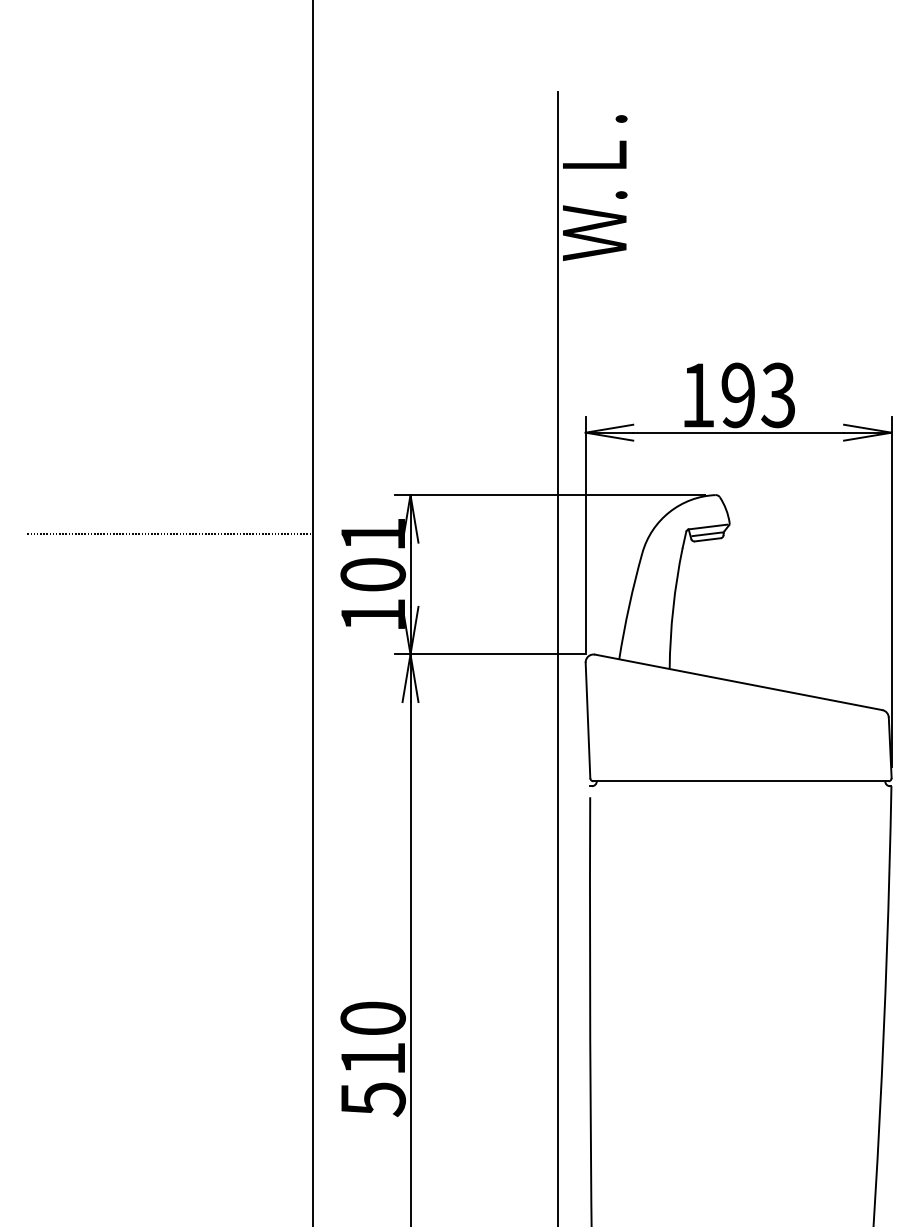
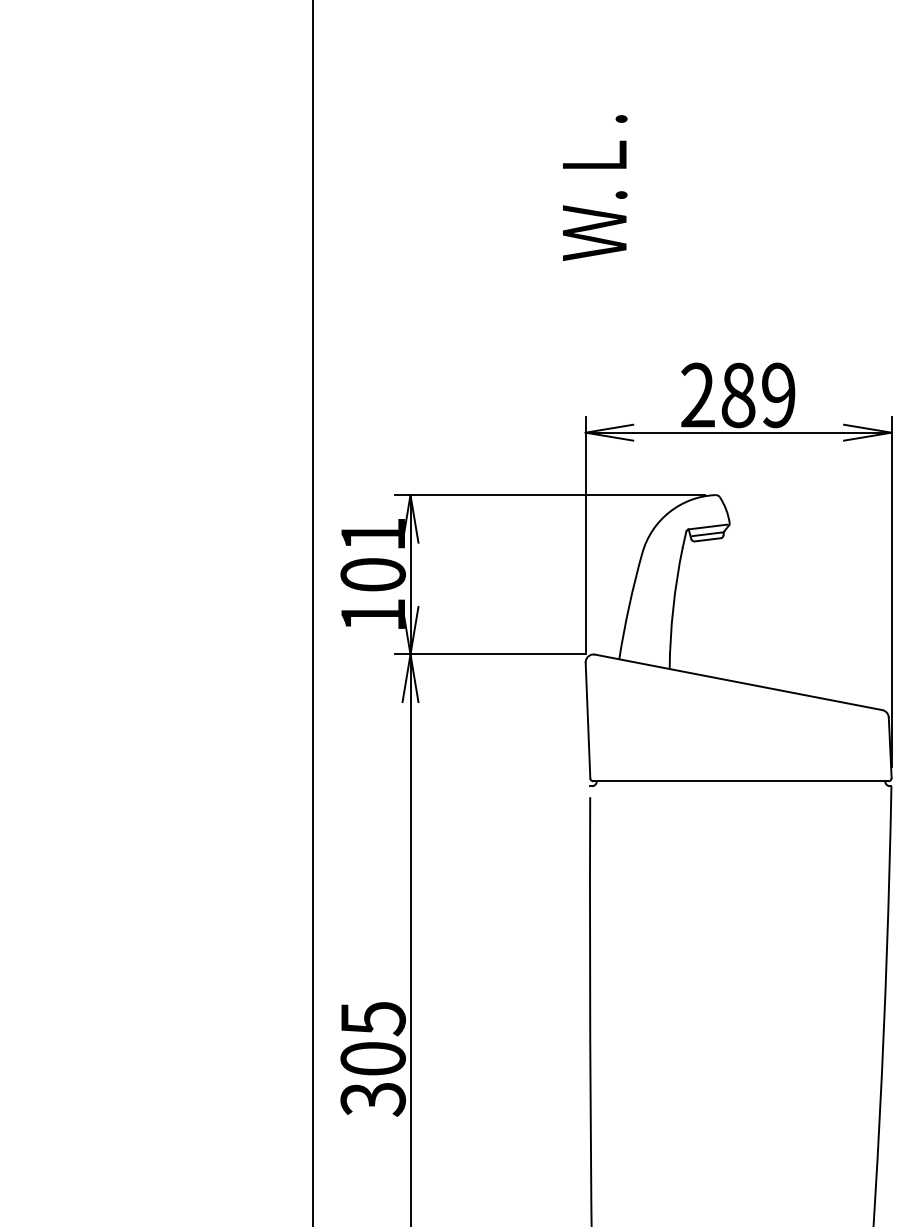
text at (738, 395): 193 -> 289
line at (169, 534): present -> none
line at (558, 657): present -> none
text at (372, 1058): 510 -> 305
